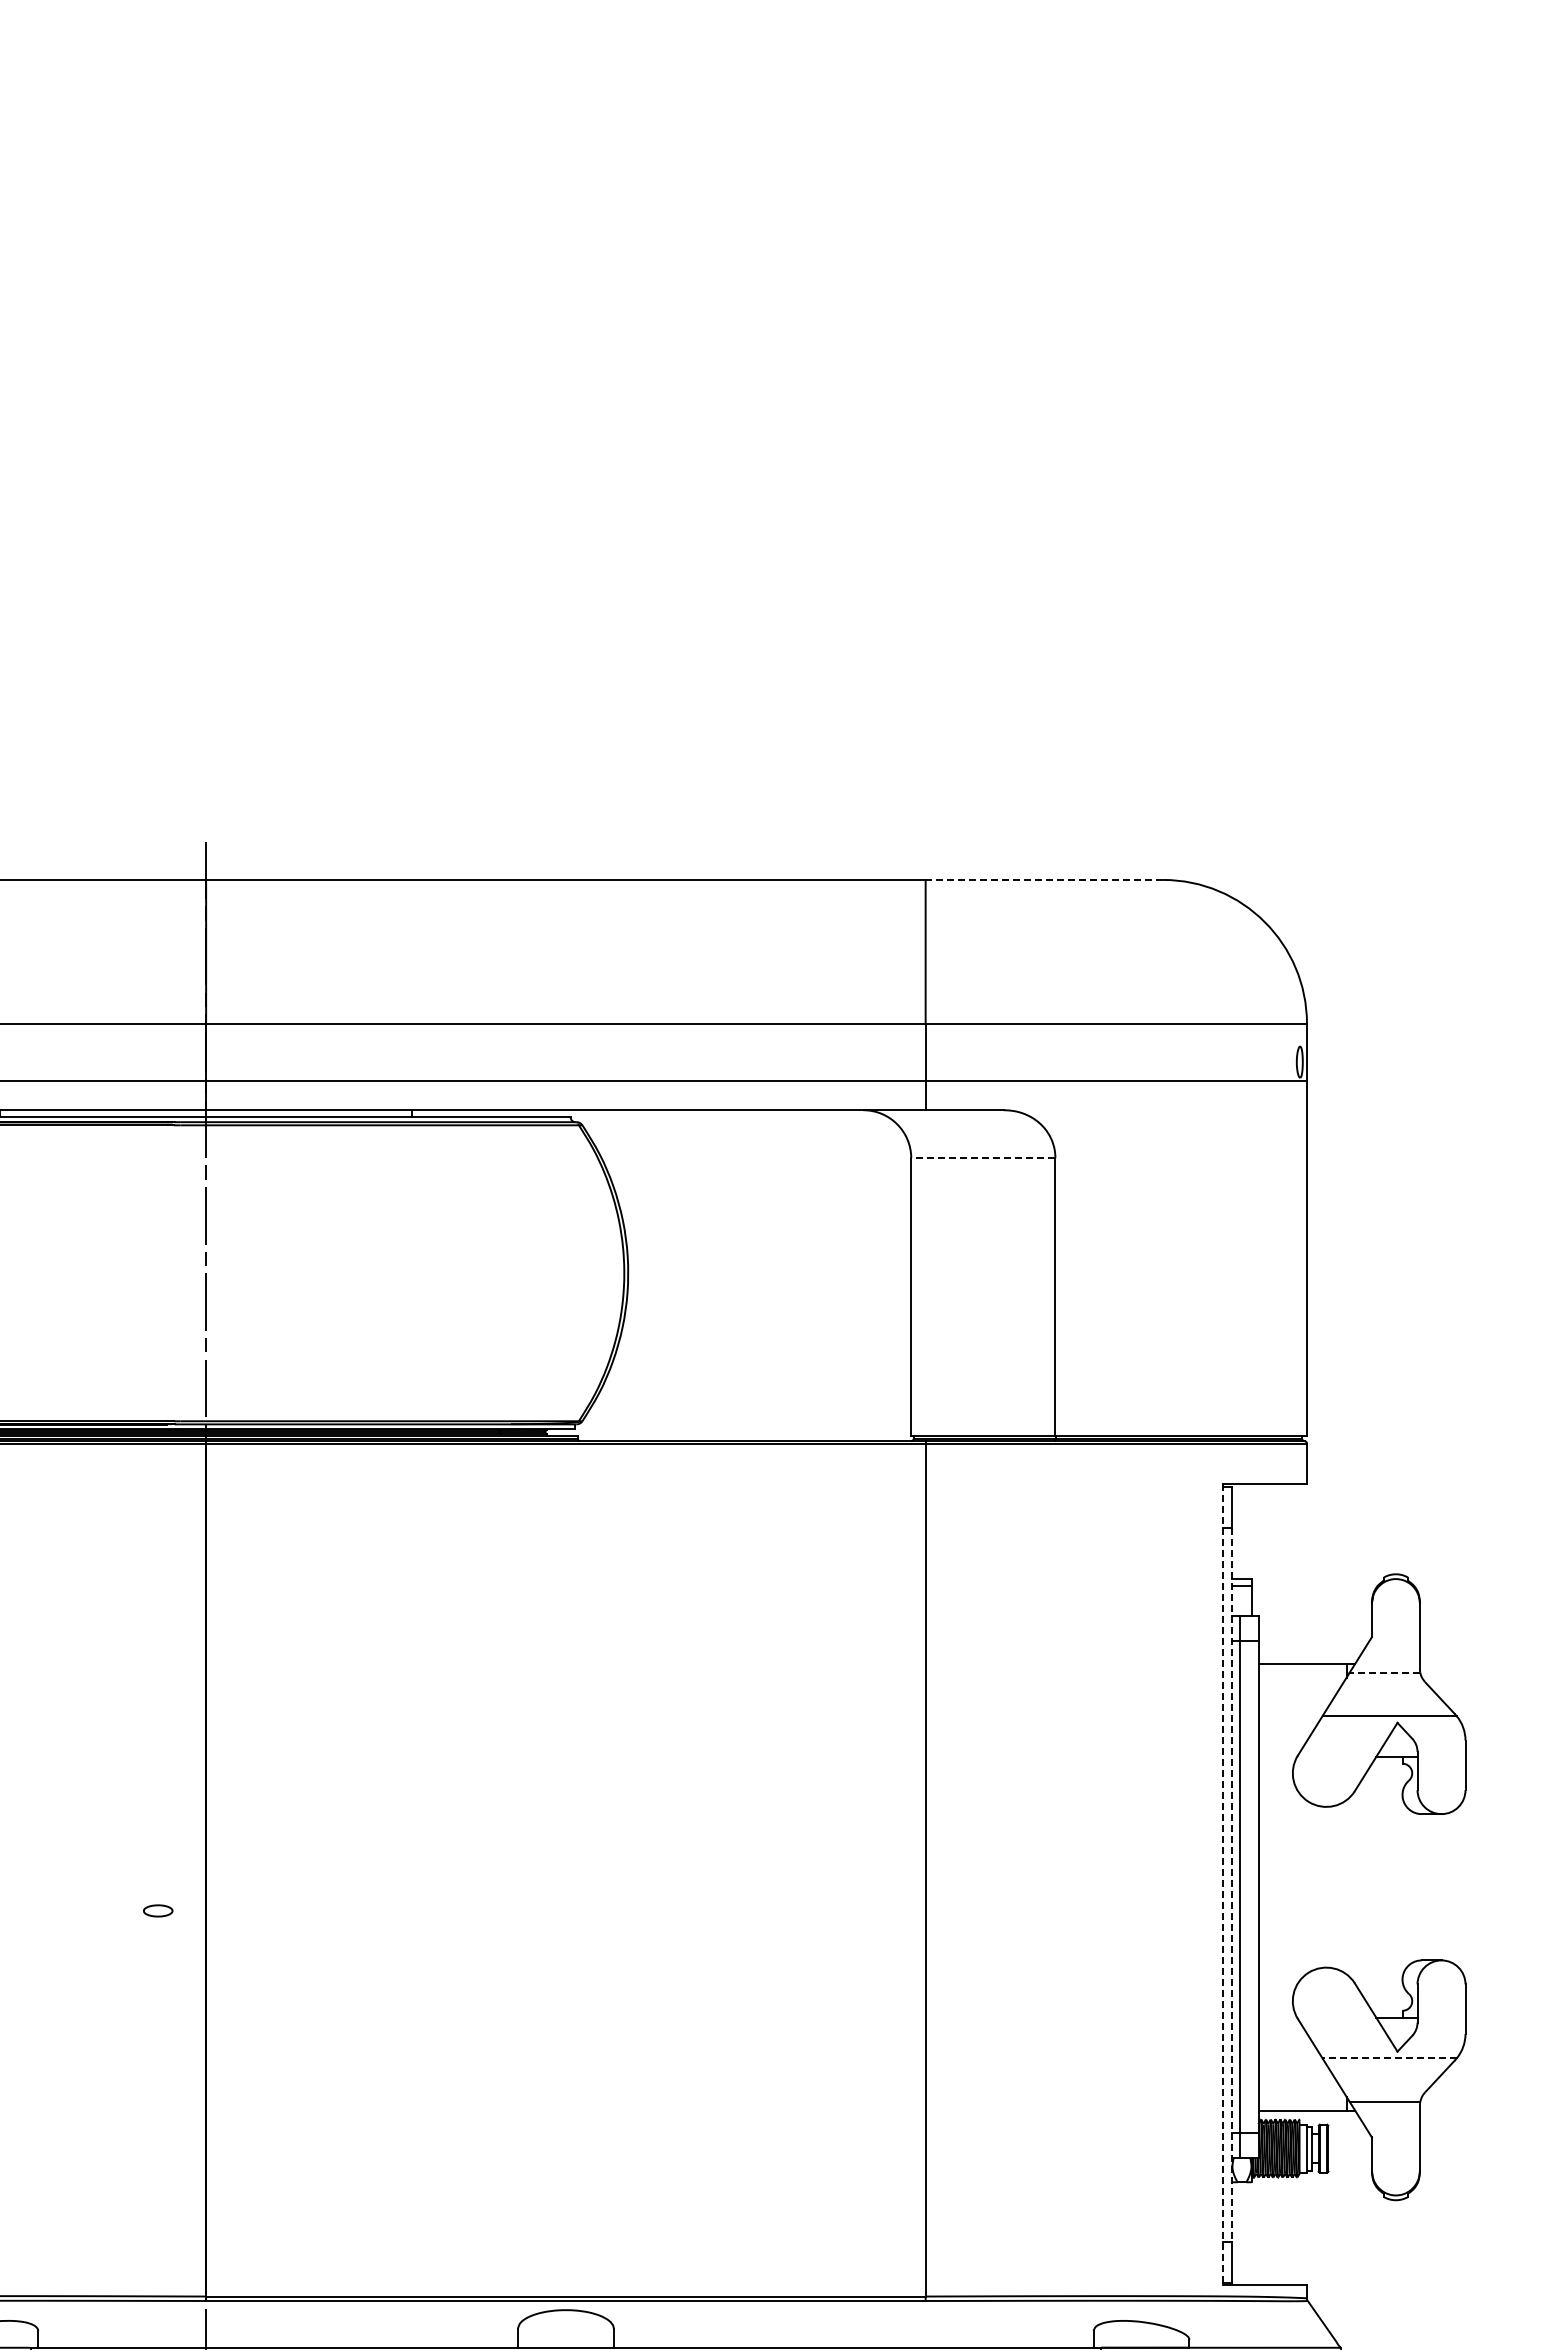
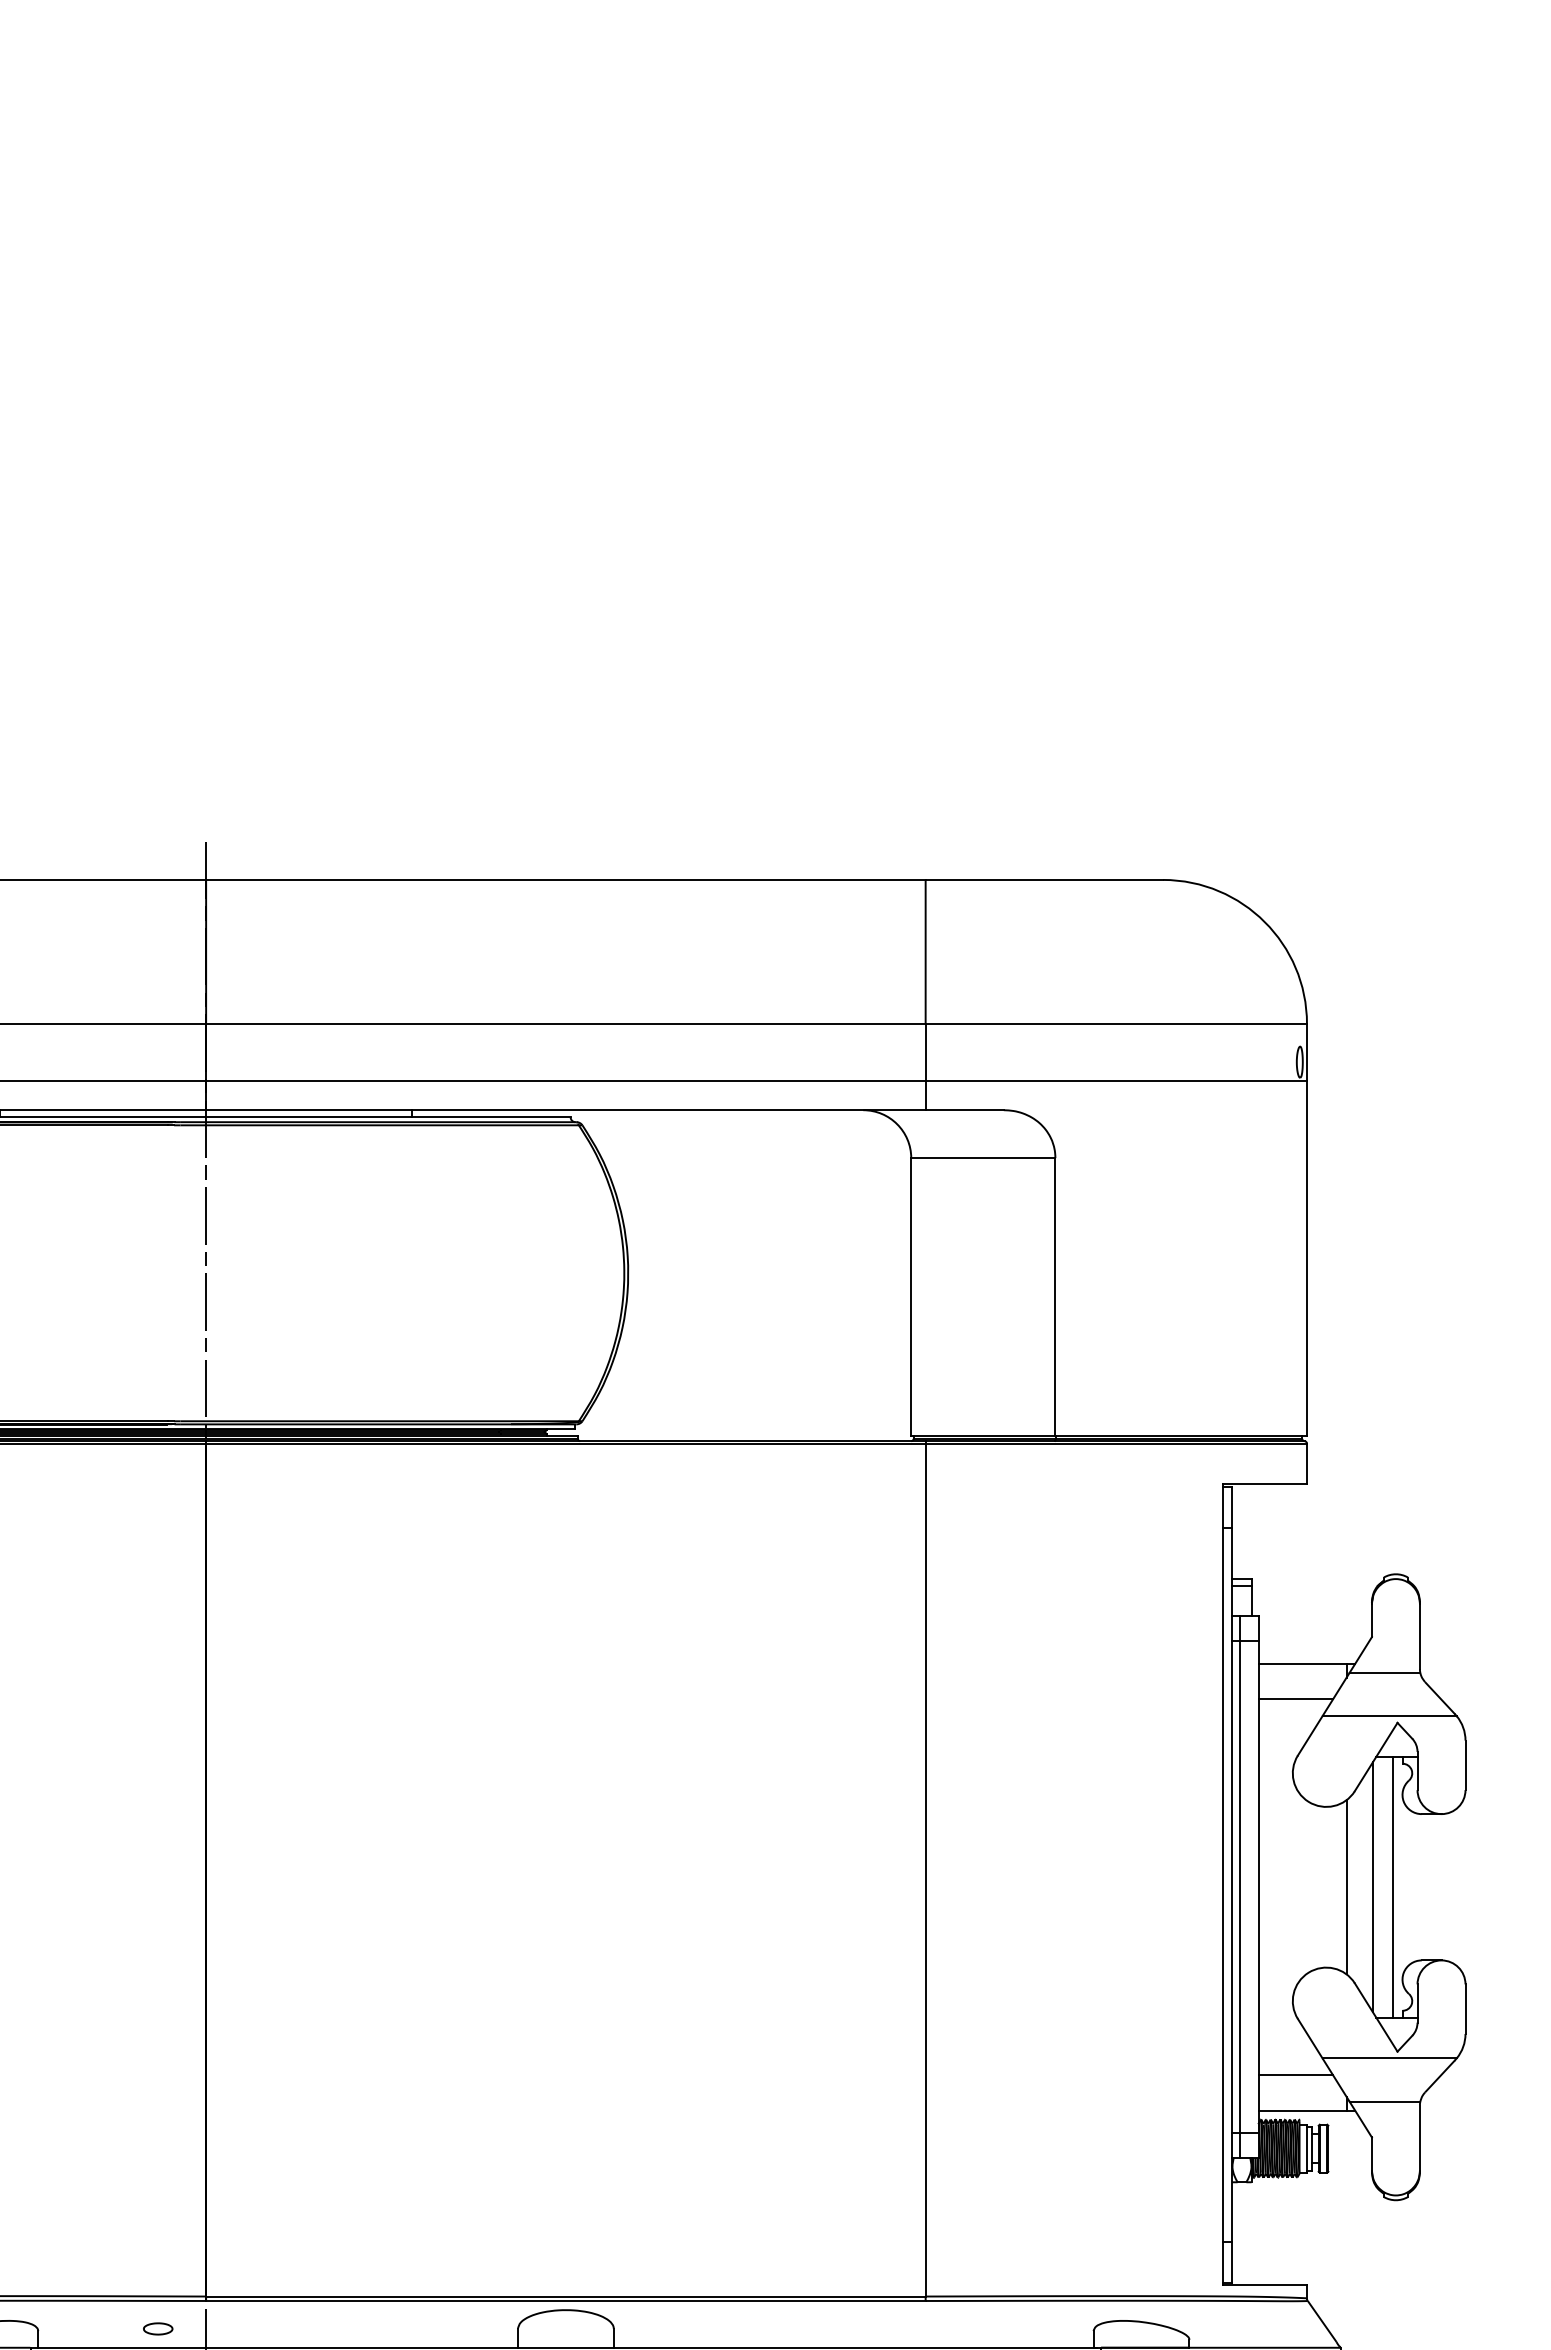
line at (1044, 879): dashed -> solid
line at (982, 1158): dashed -> solid
line at (1384, 1672): dashed -> solid
line at (1295, 1699): none -> present
line at (1222, 1884): dashed -> solid
line at (1232, 1885): dashed -> solid
line at (1393, 1886): none -> present
line at (1346, 1887): none -> present
line at (1372, 1887): none -> present
part at (158, 1910) position: (158, 1910) -> (158, 2328)
line at (1389, 2058): dashed -> solid
line at (1295, 2075): none -> present
